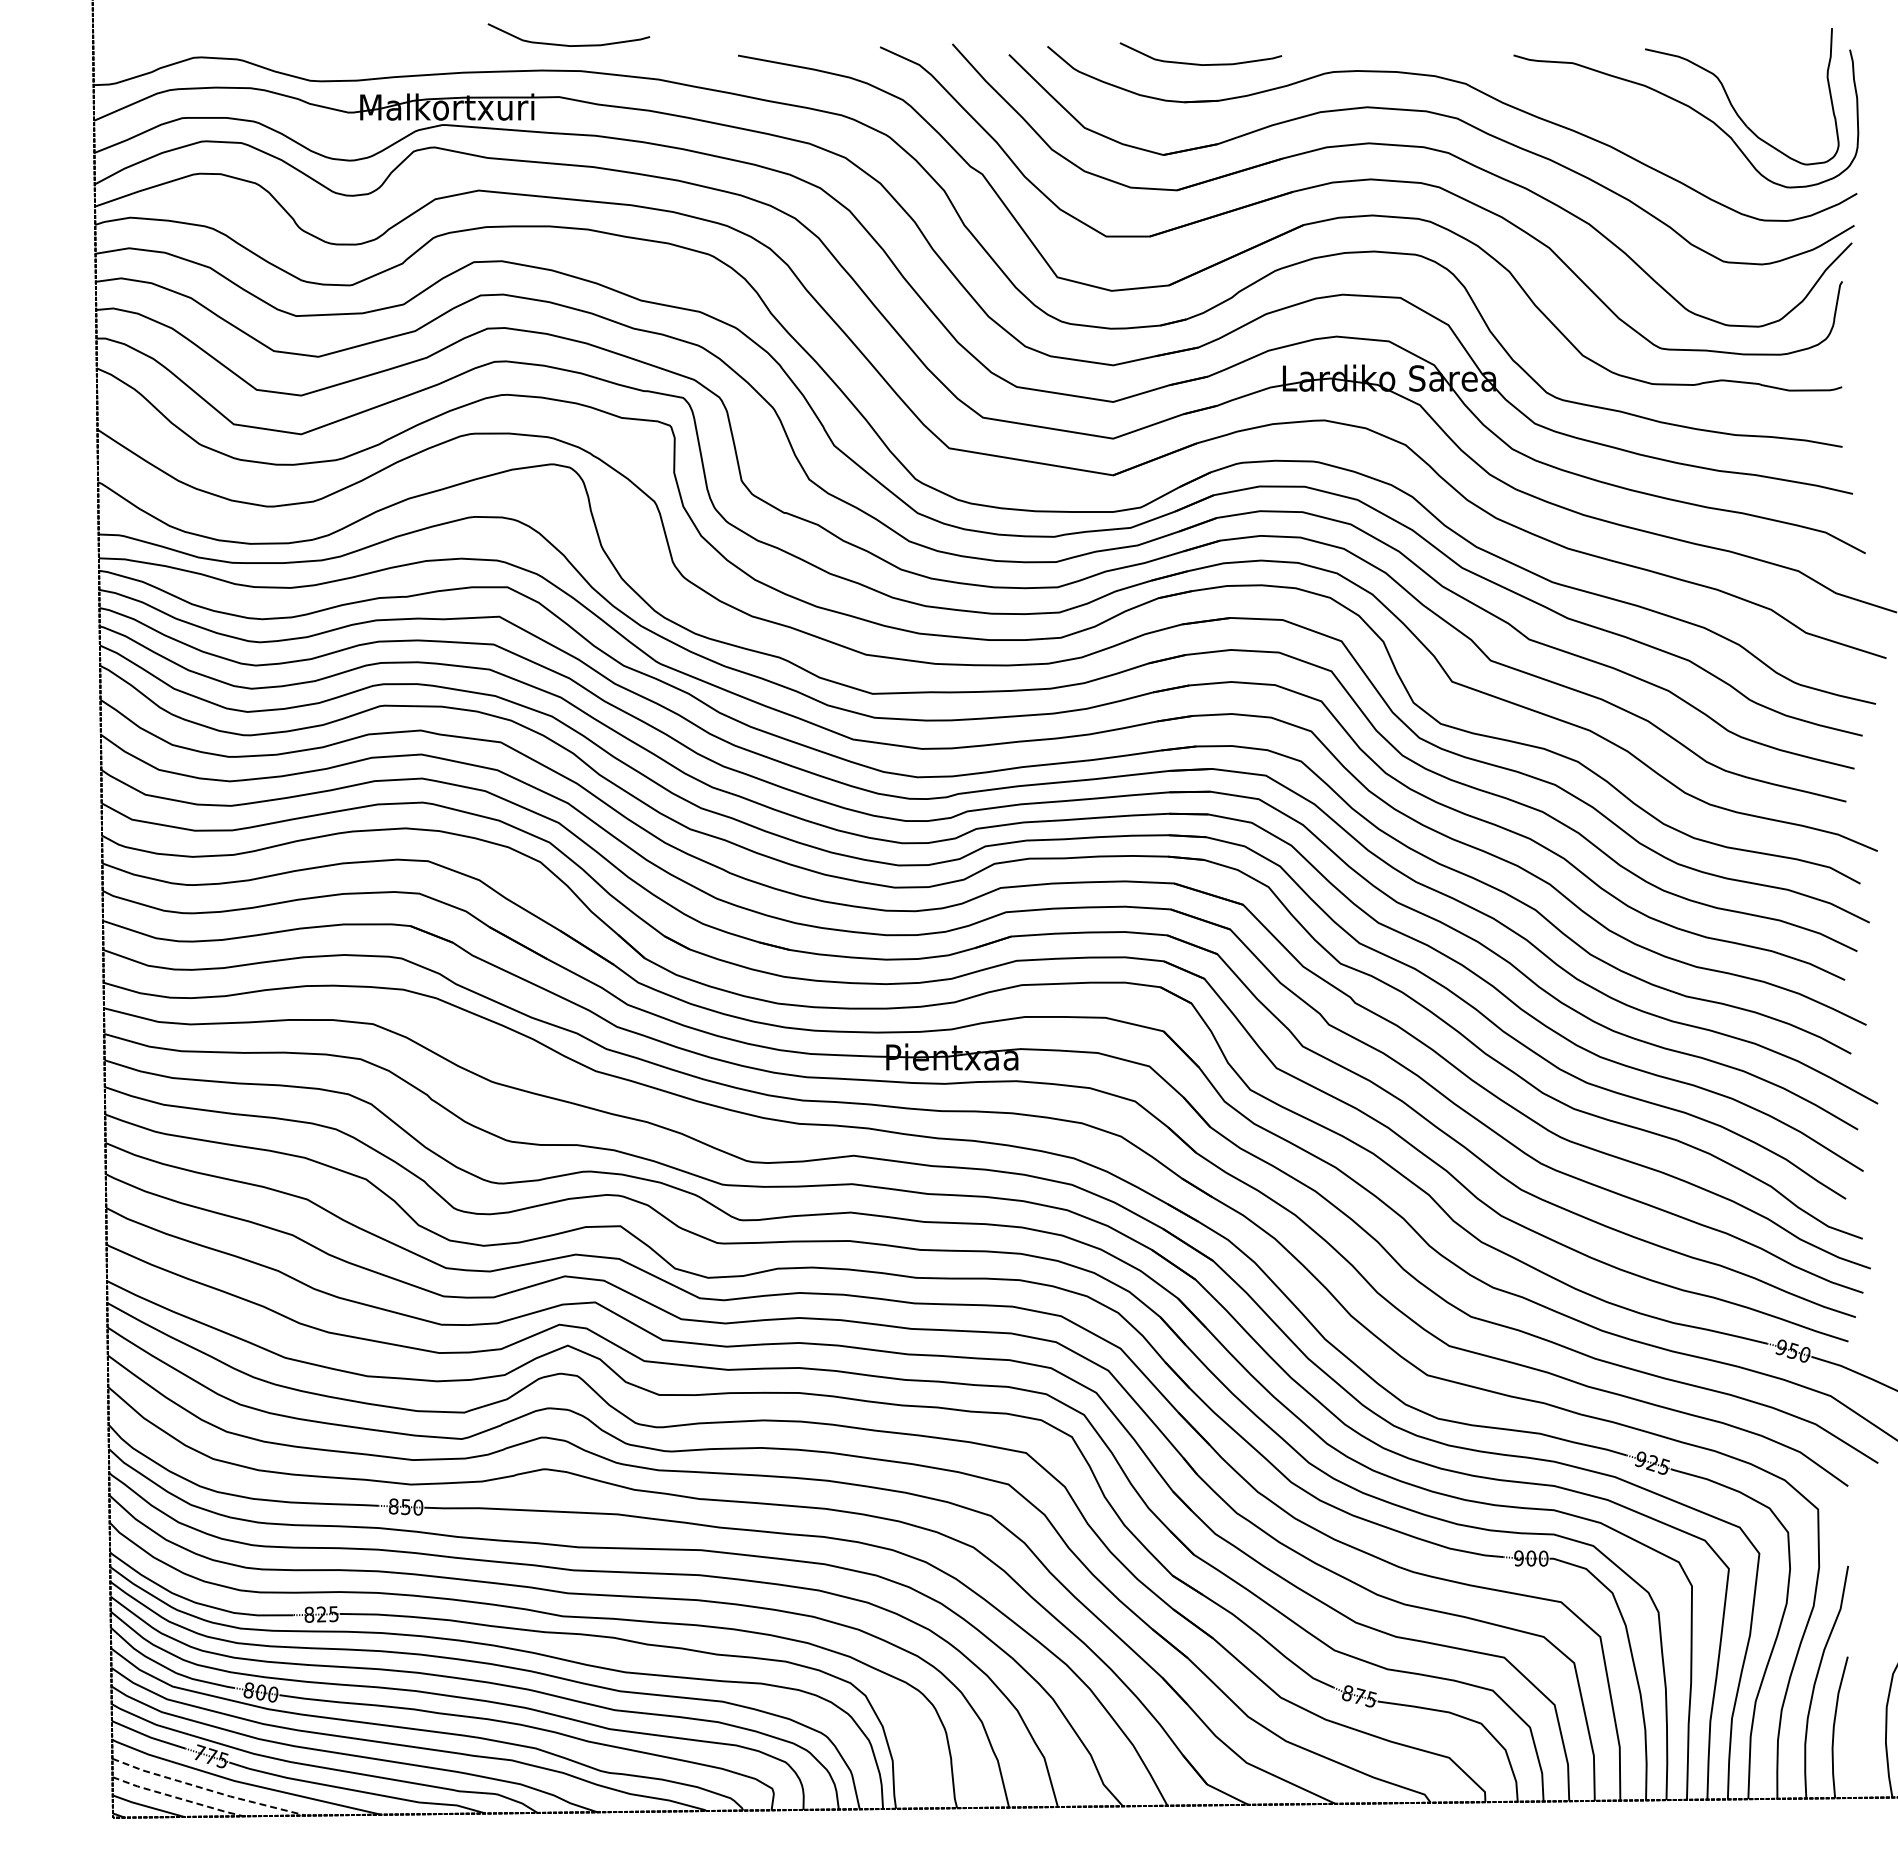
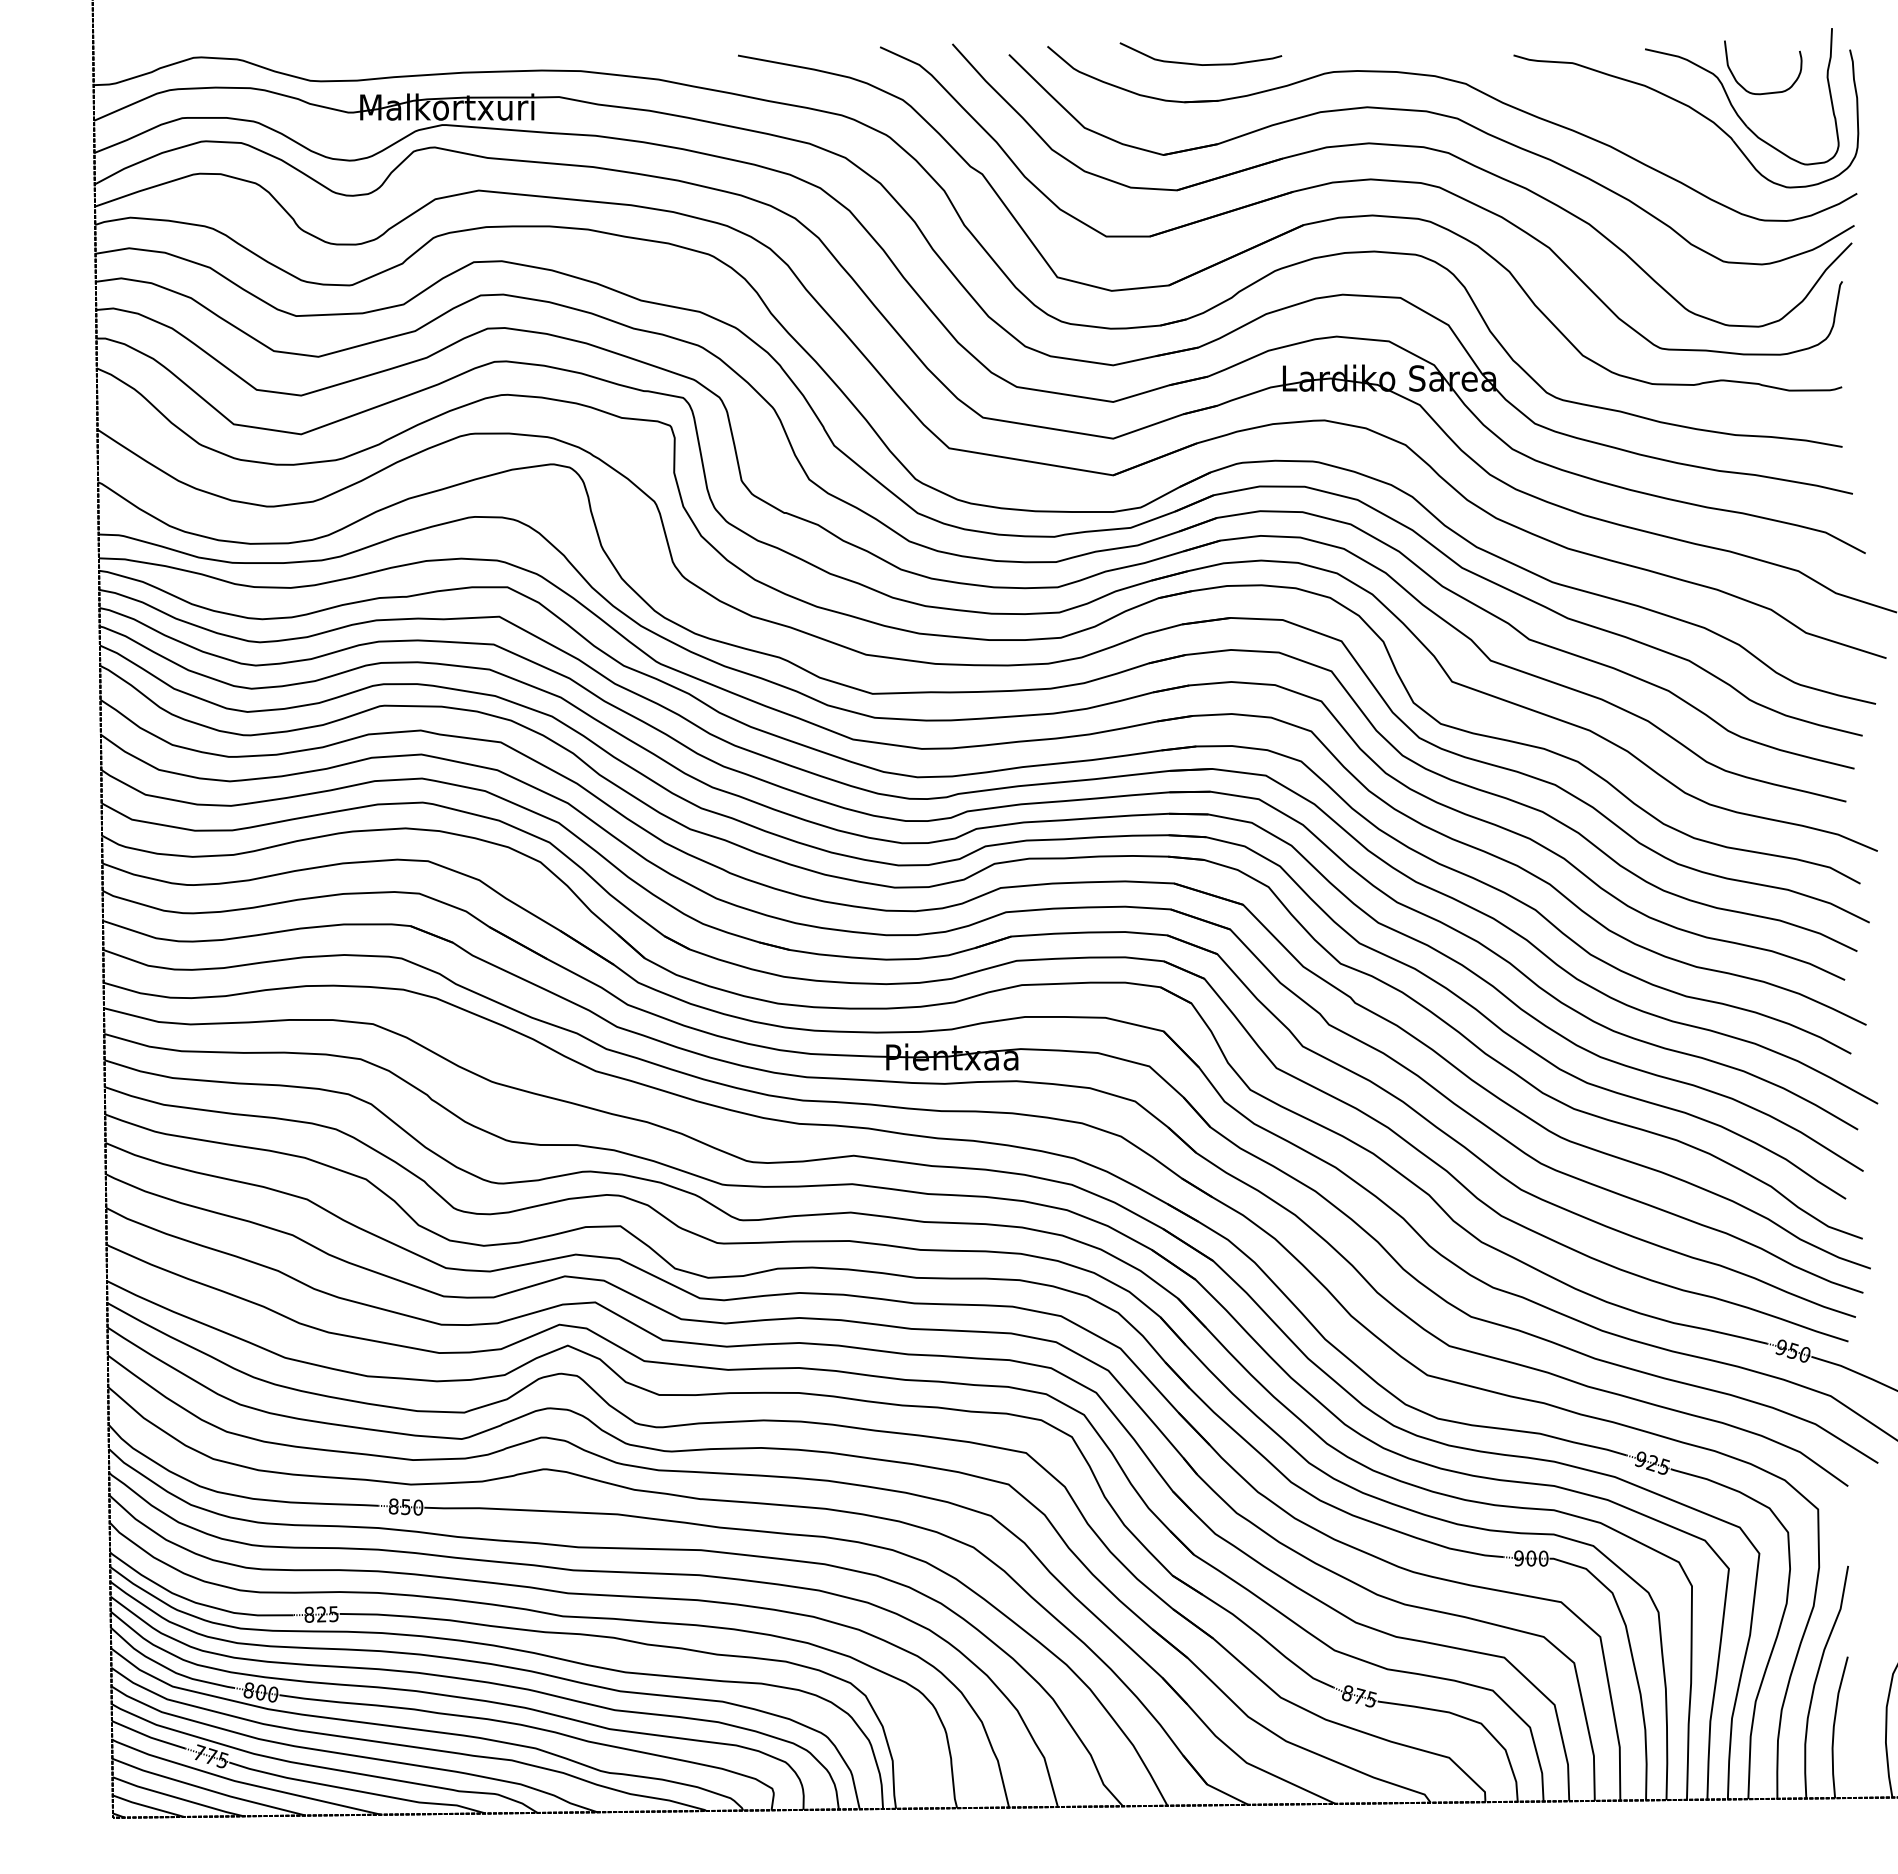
curve at (567, 44): present -> none
curve at (1764, 92): none -> present
line at (207, 1789): dashed -> solid
line at (177, 1798): dashed -> solid
